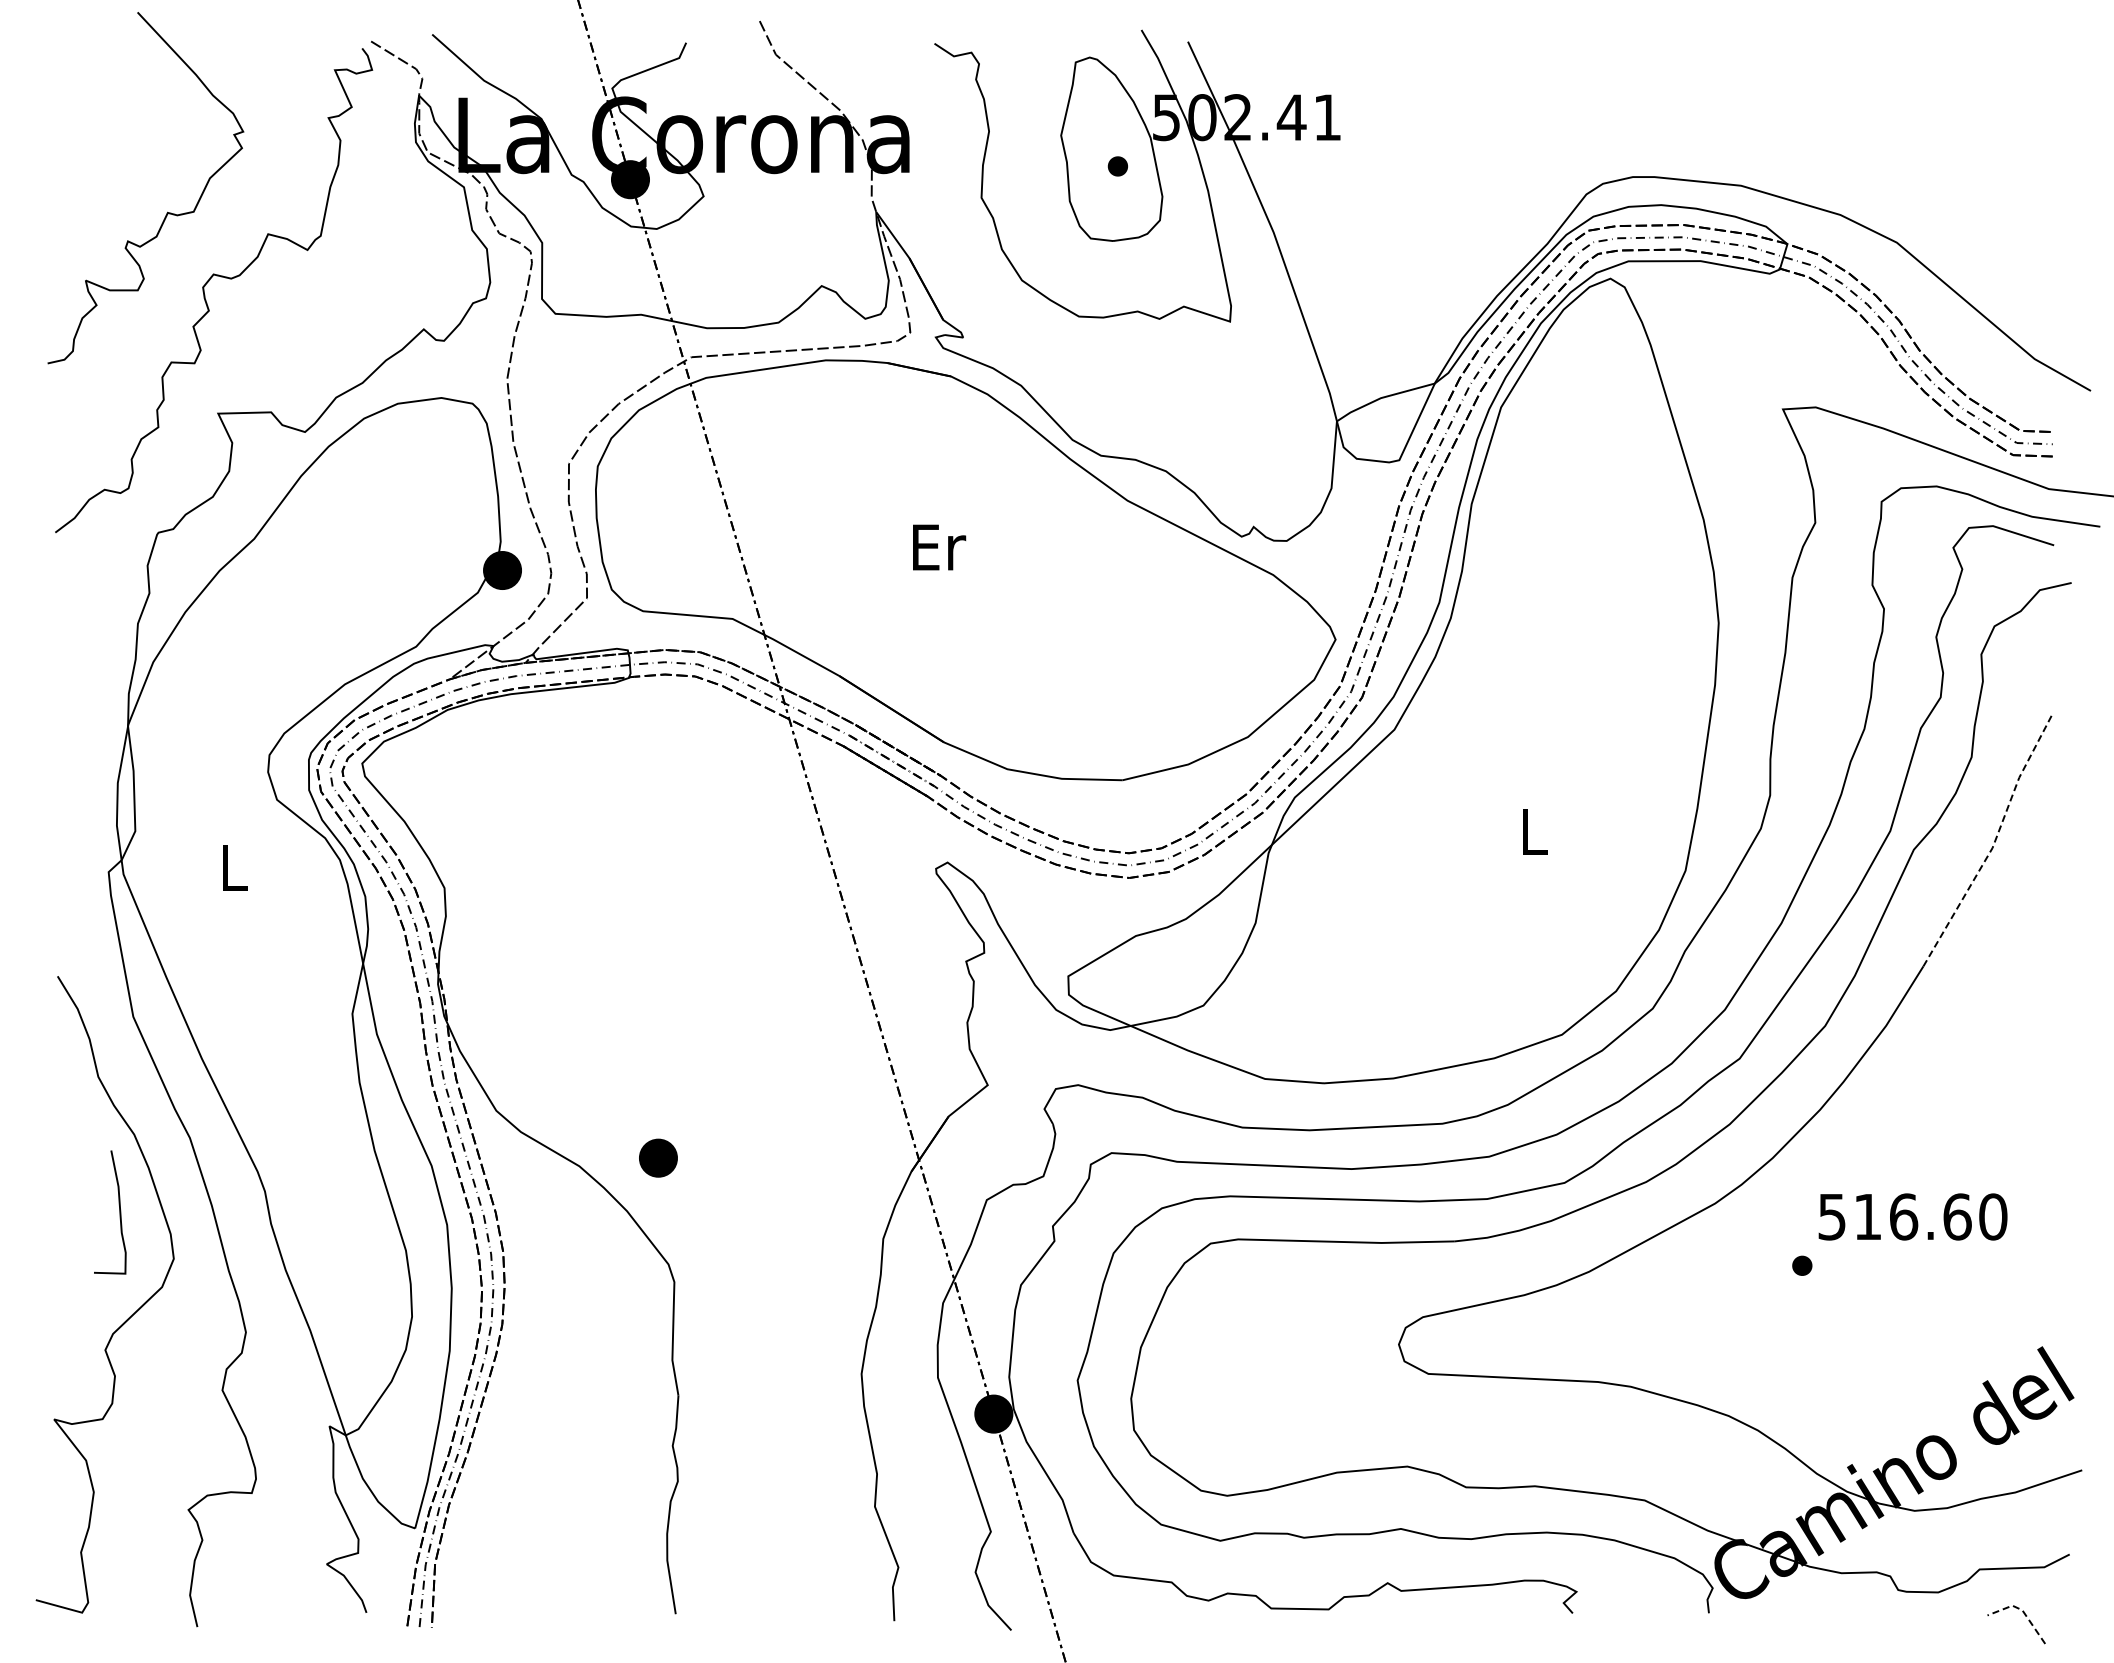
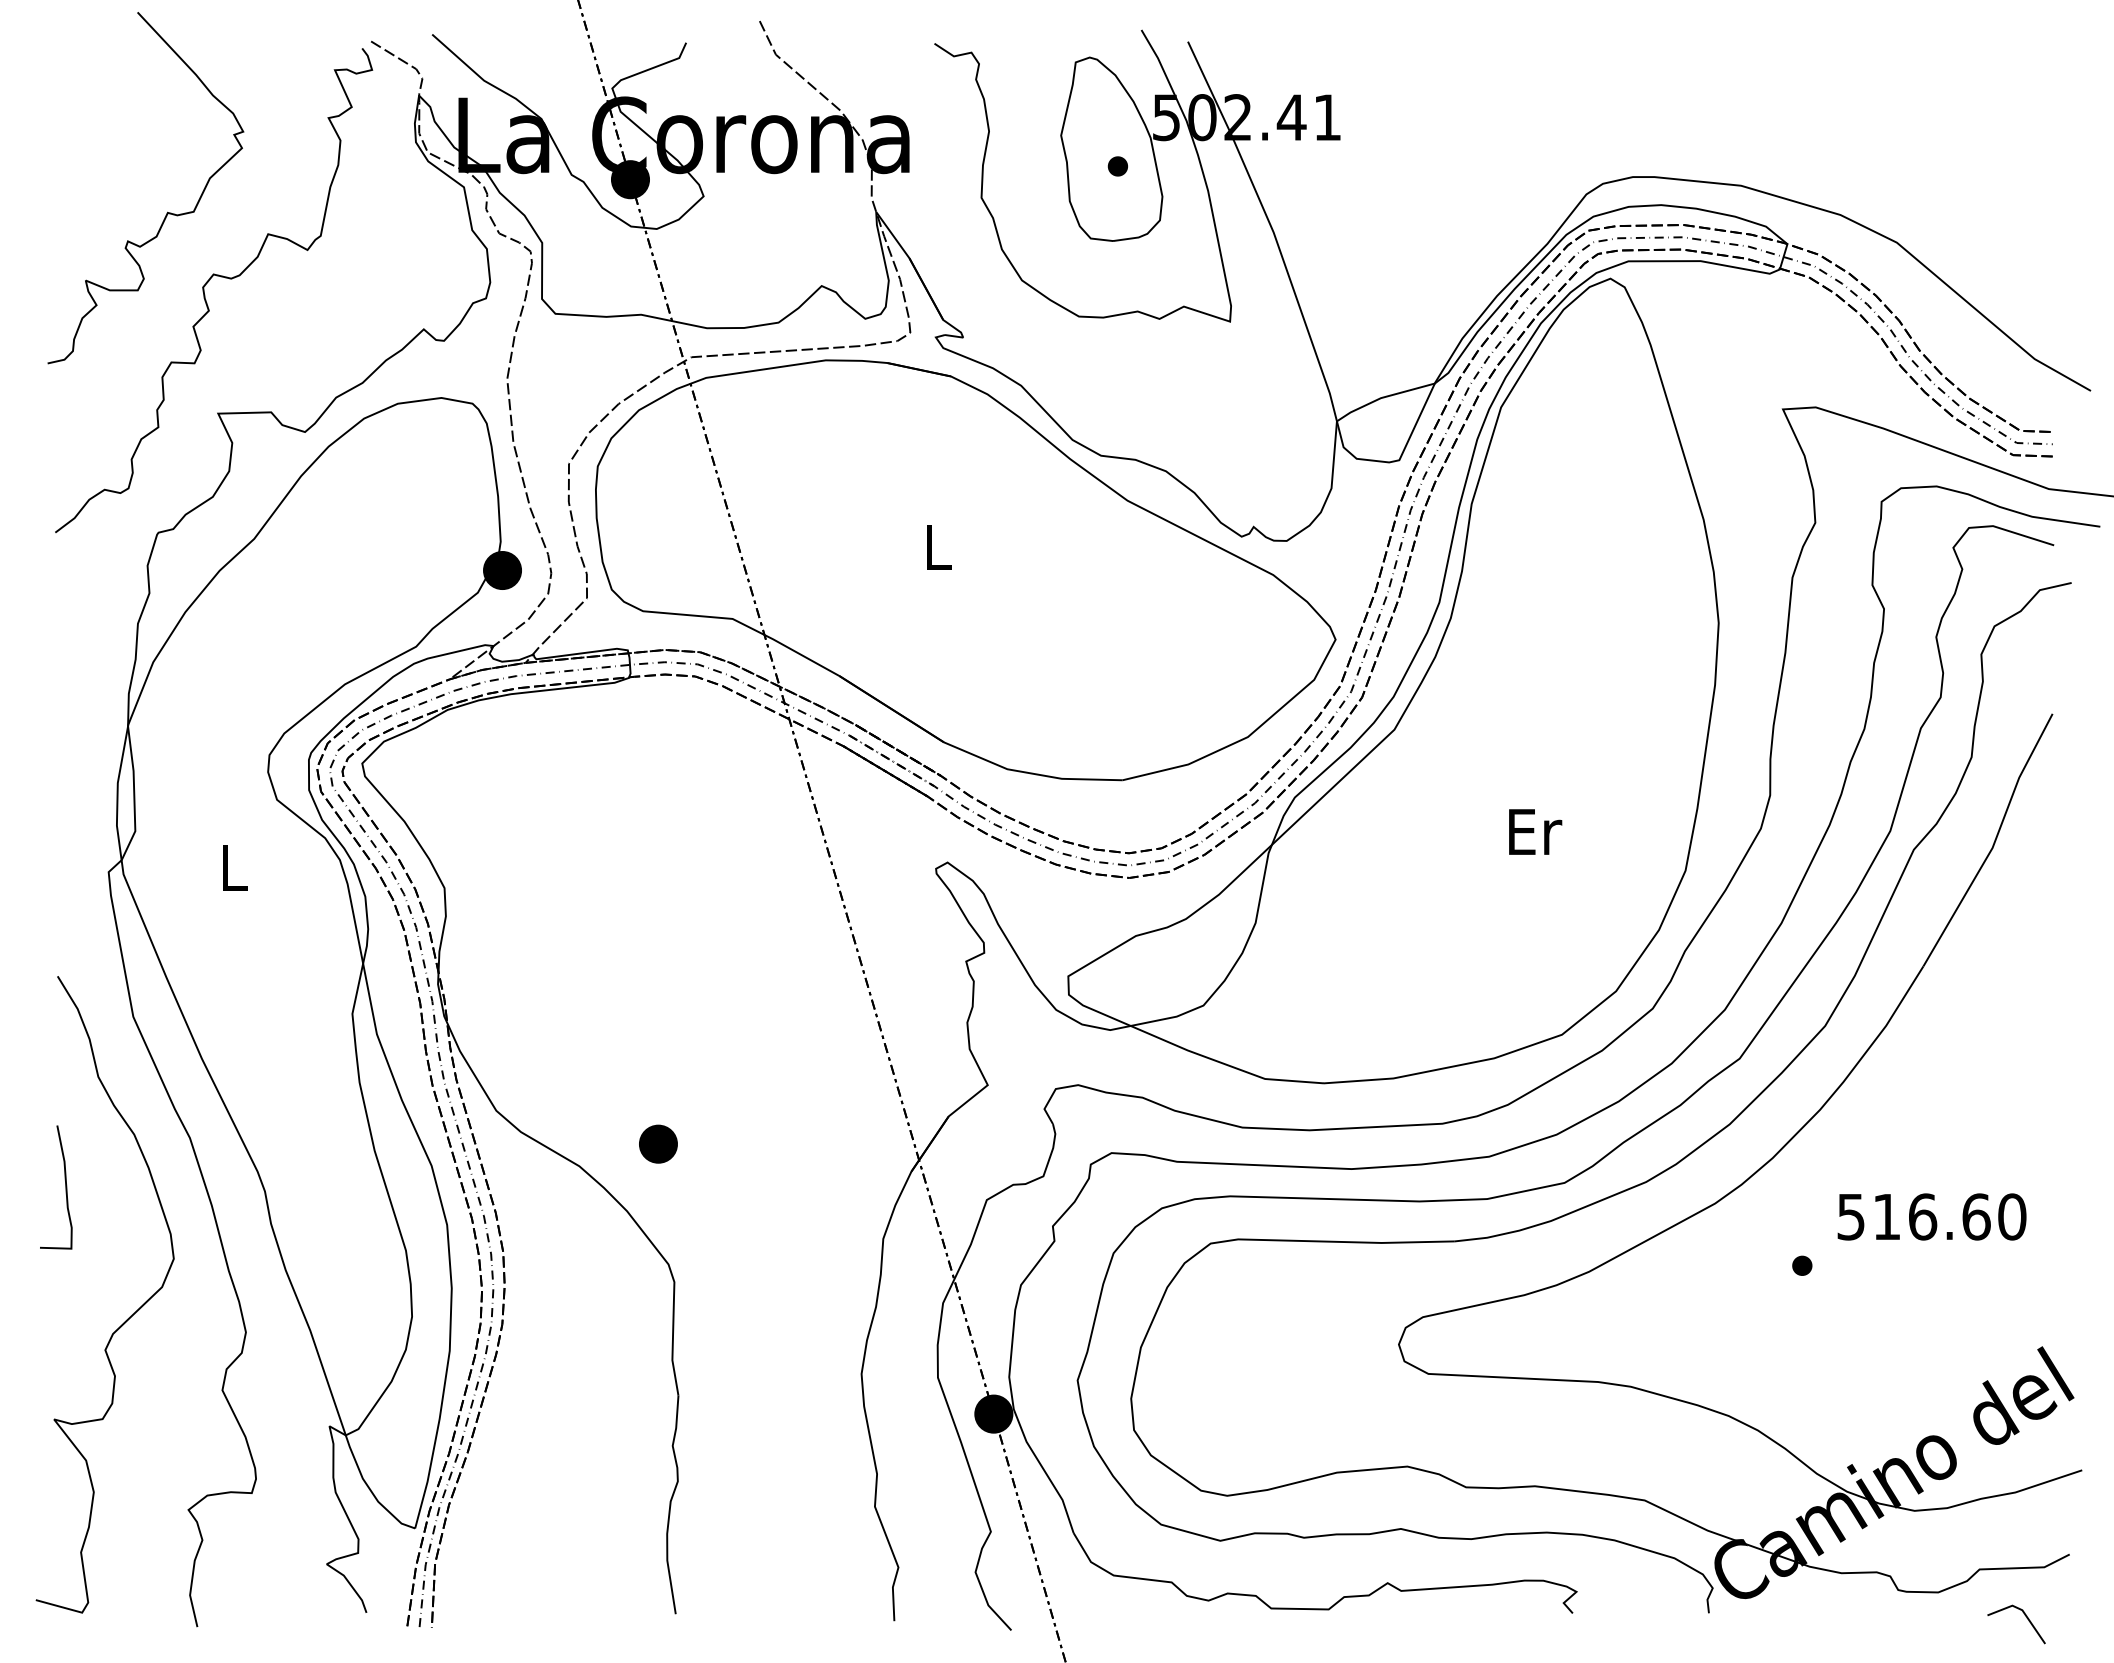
text at (939, 547): Er -> L
text at (1535, 831): L -> Er
line at (1994, 842): dashed -> solid
part at (658, 1157) position: (658, 1157) -> (658, 1143)
curve at (119, 1212) position: (119, 1212) -> (65, 1187)
text at (1912, 1216) position: (1912, 1216) -> (1931, 1216)
line at (2022, 1610): dashed -> solid
